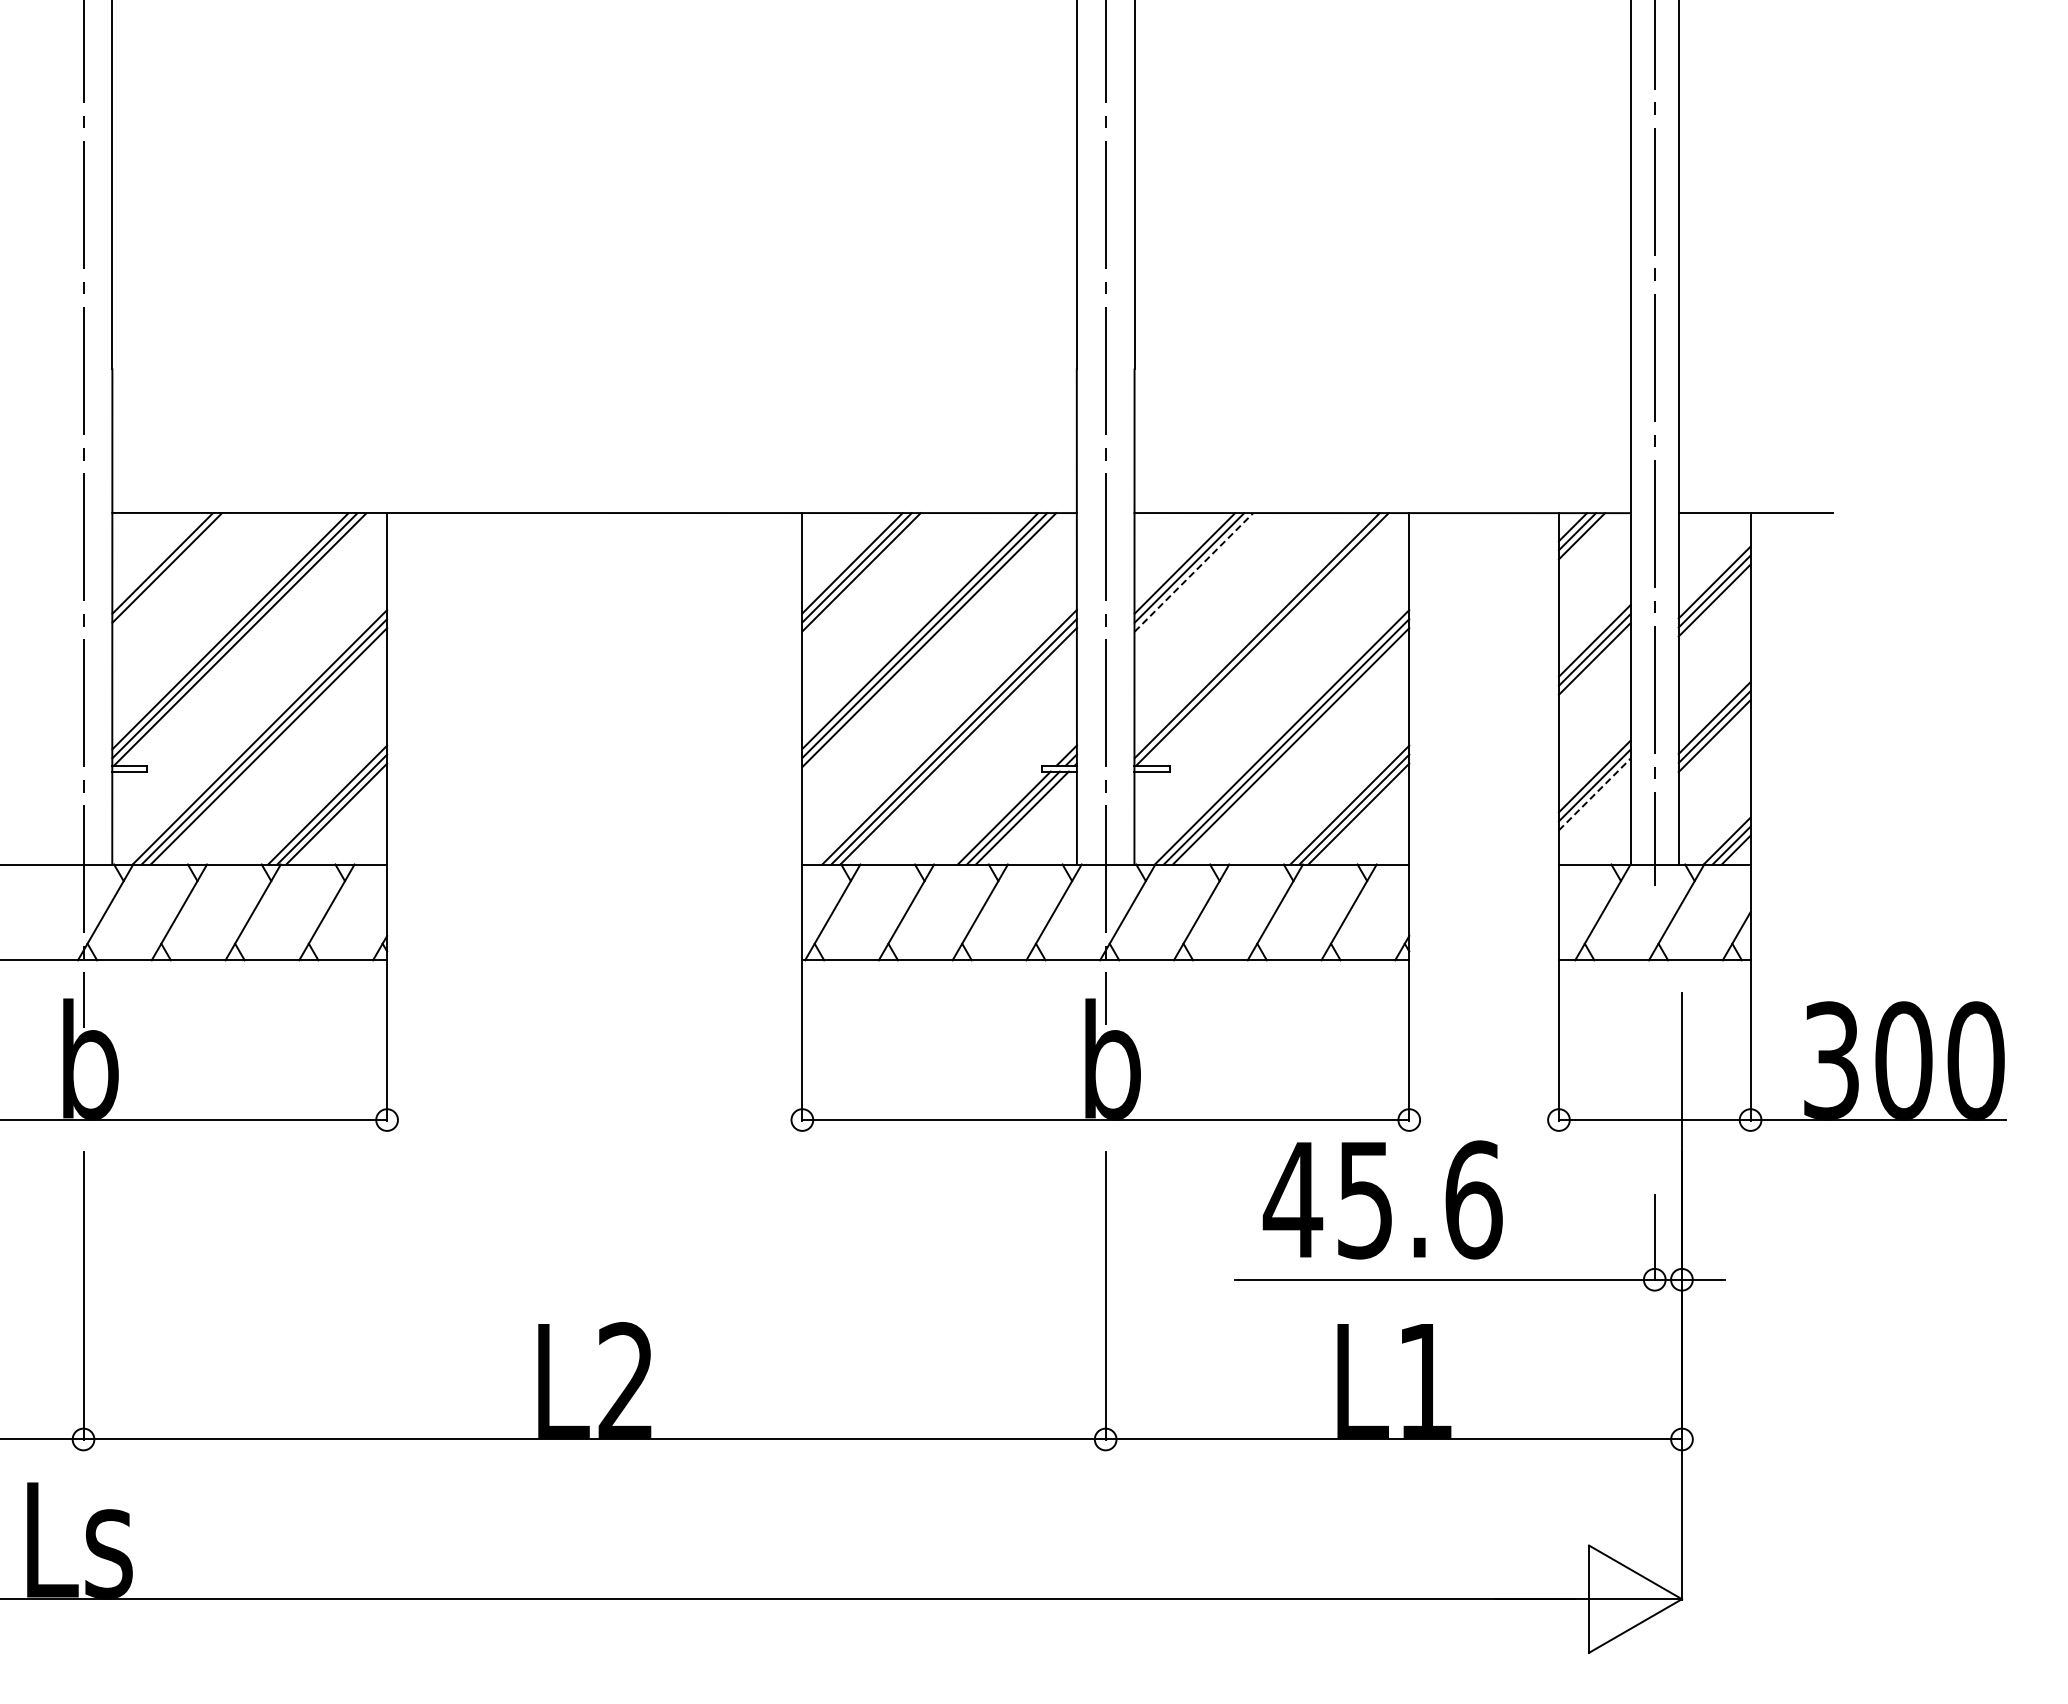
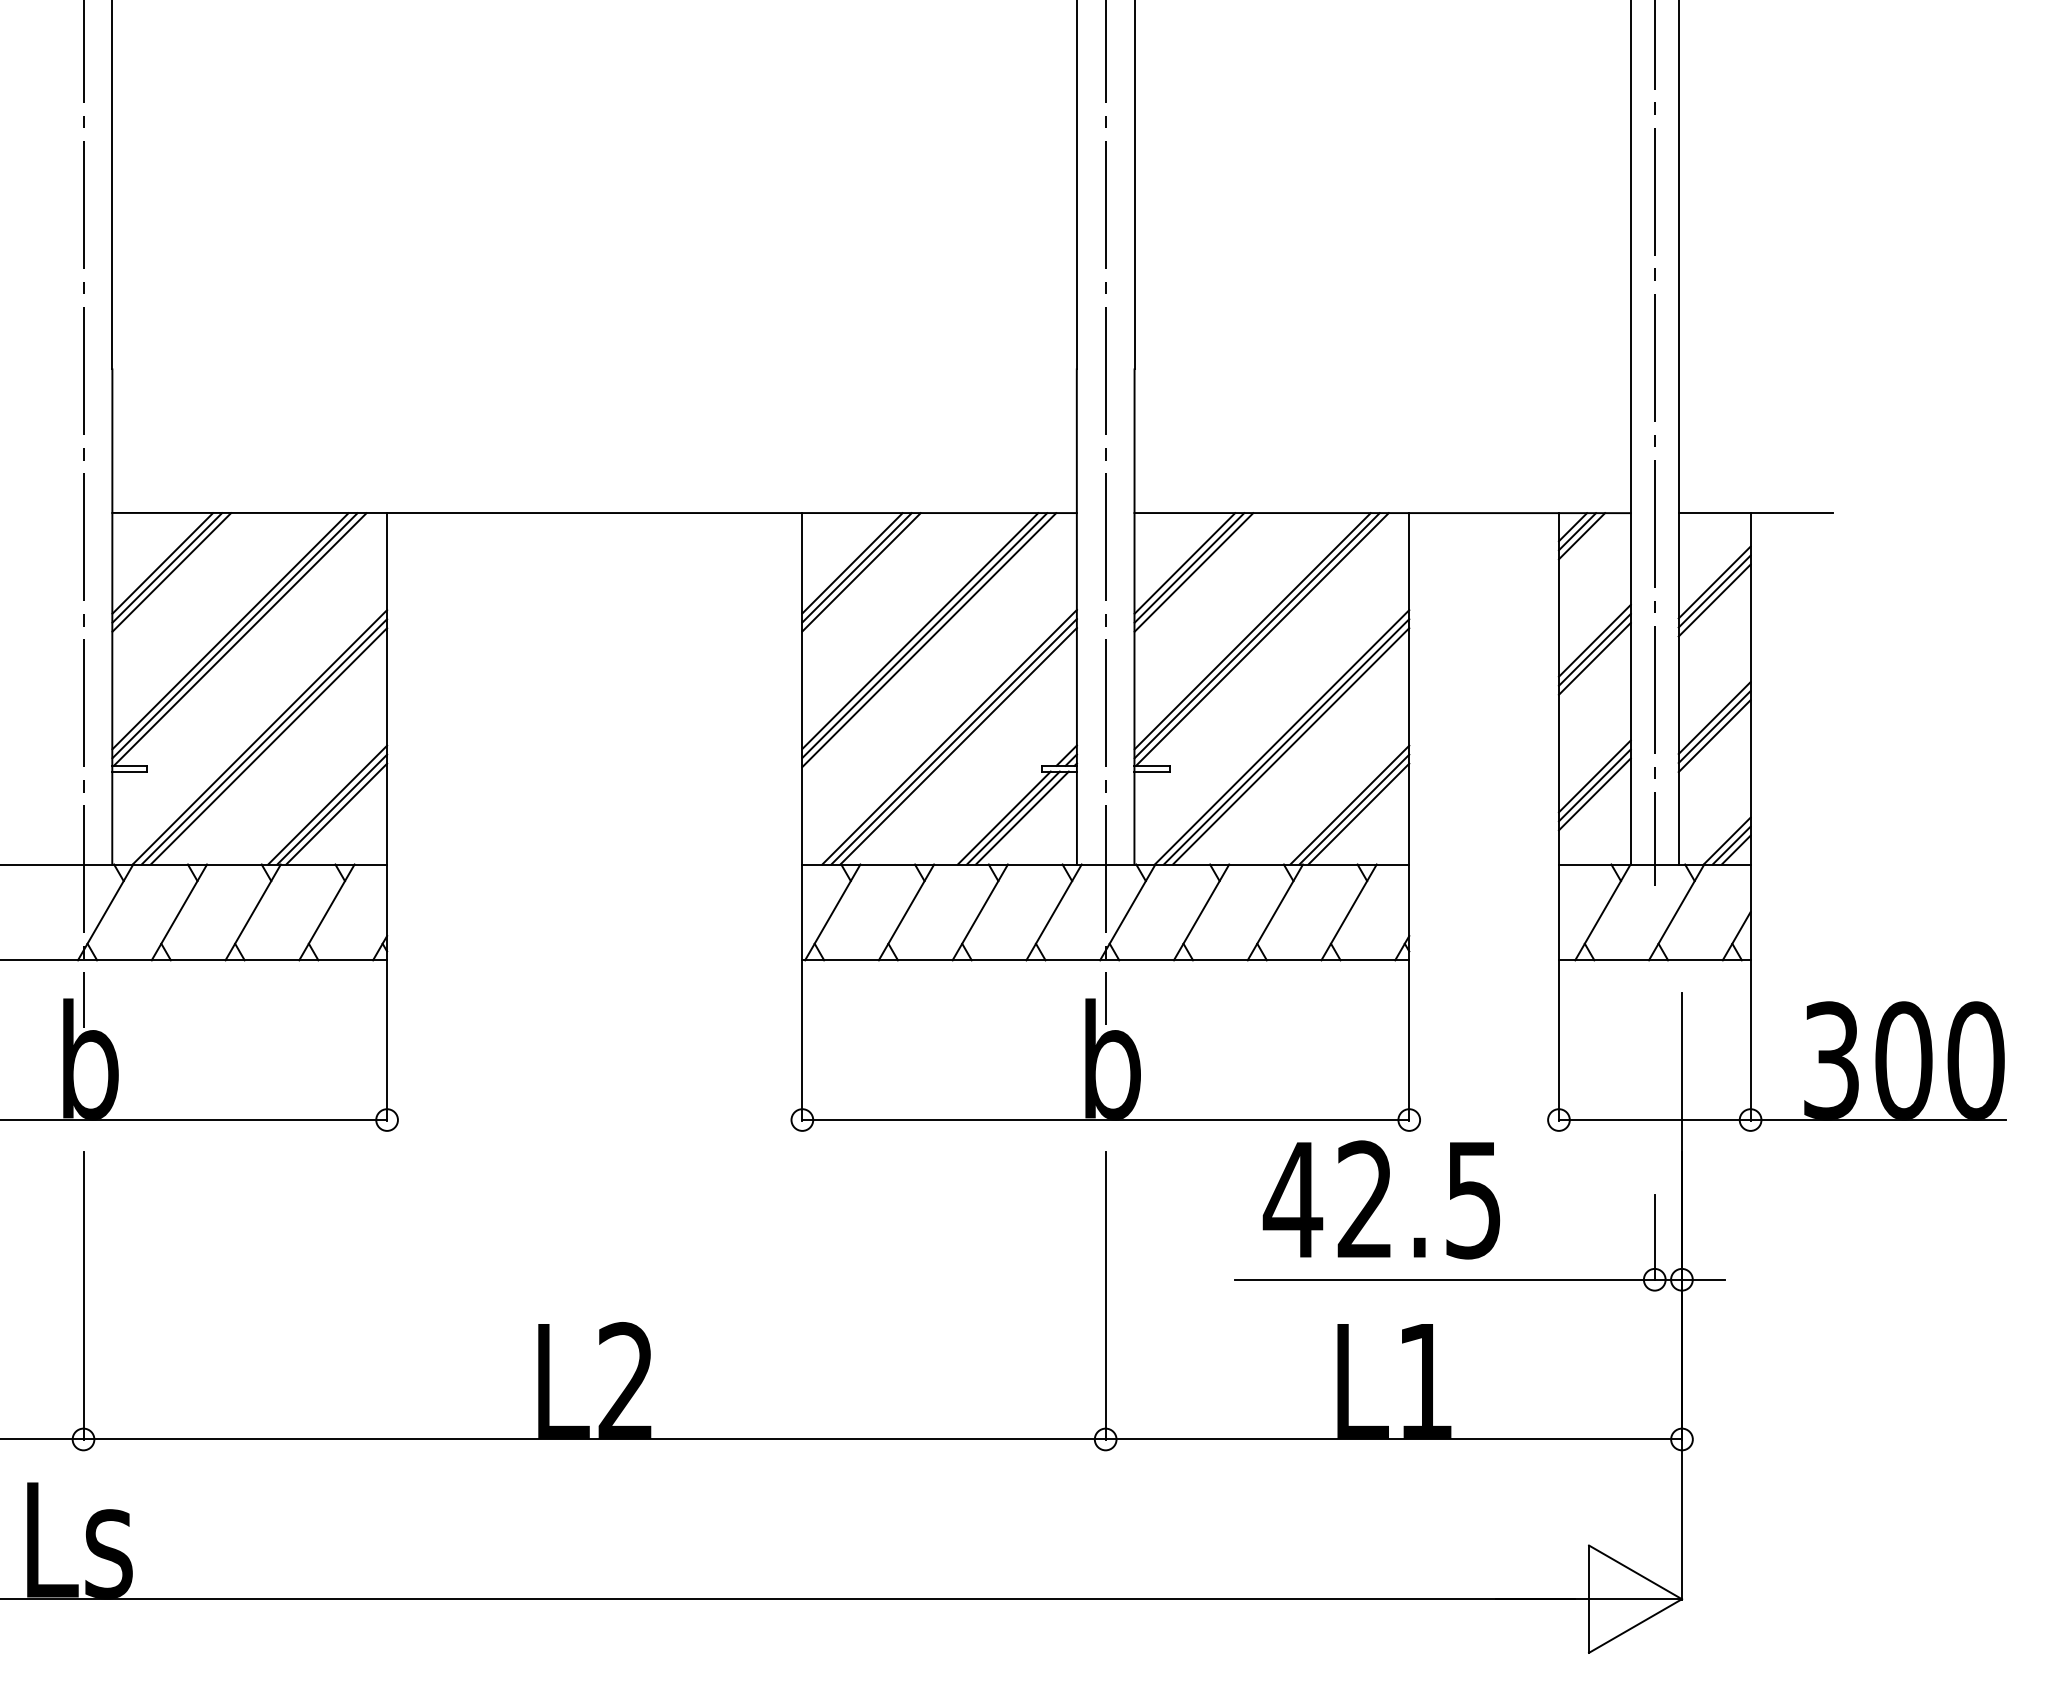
line at (171, 572): none -> present
line at (1193, 572): dashed -> solid
line at (1252, 631): none -> present
line at (1594, 794): dashed -> solid
text at (1419, 1199): 45.6 -> 42.5
